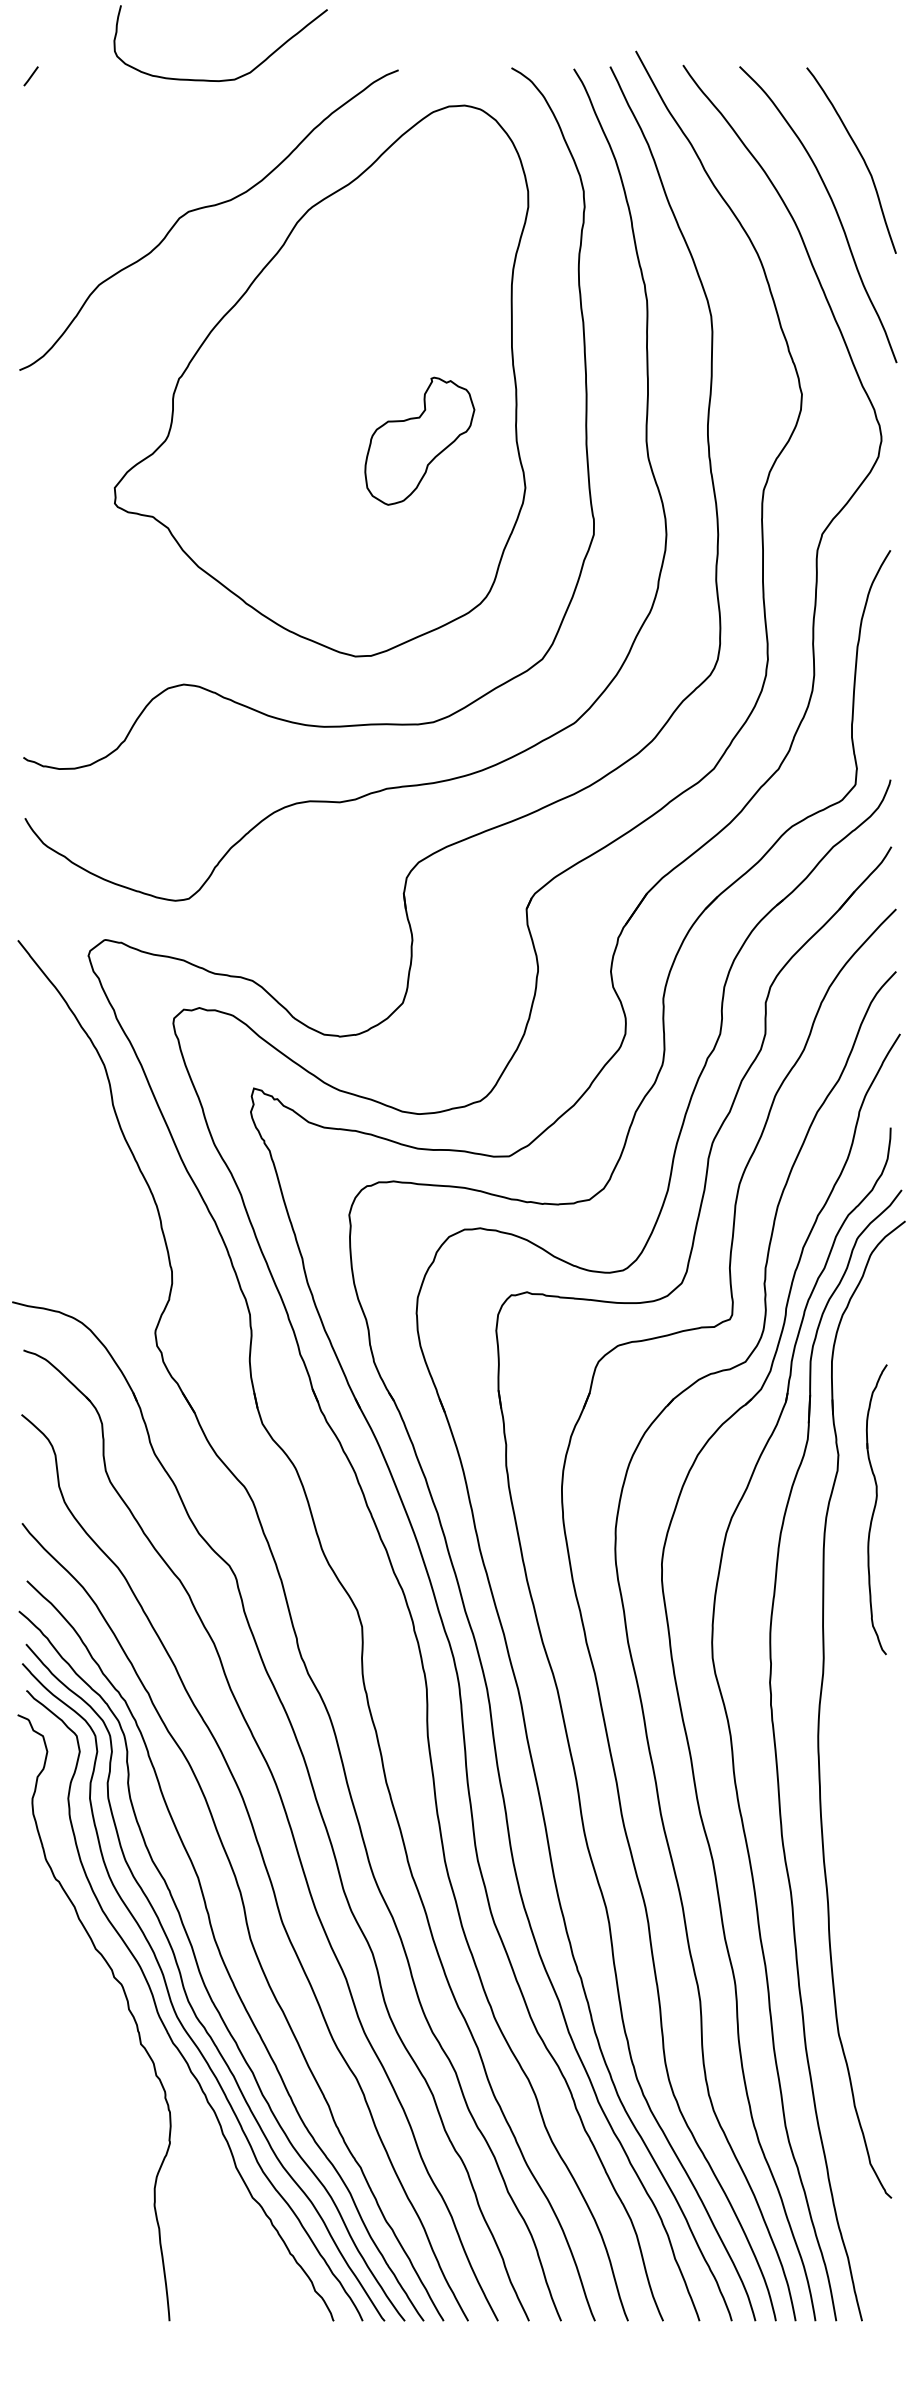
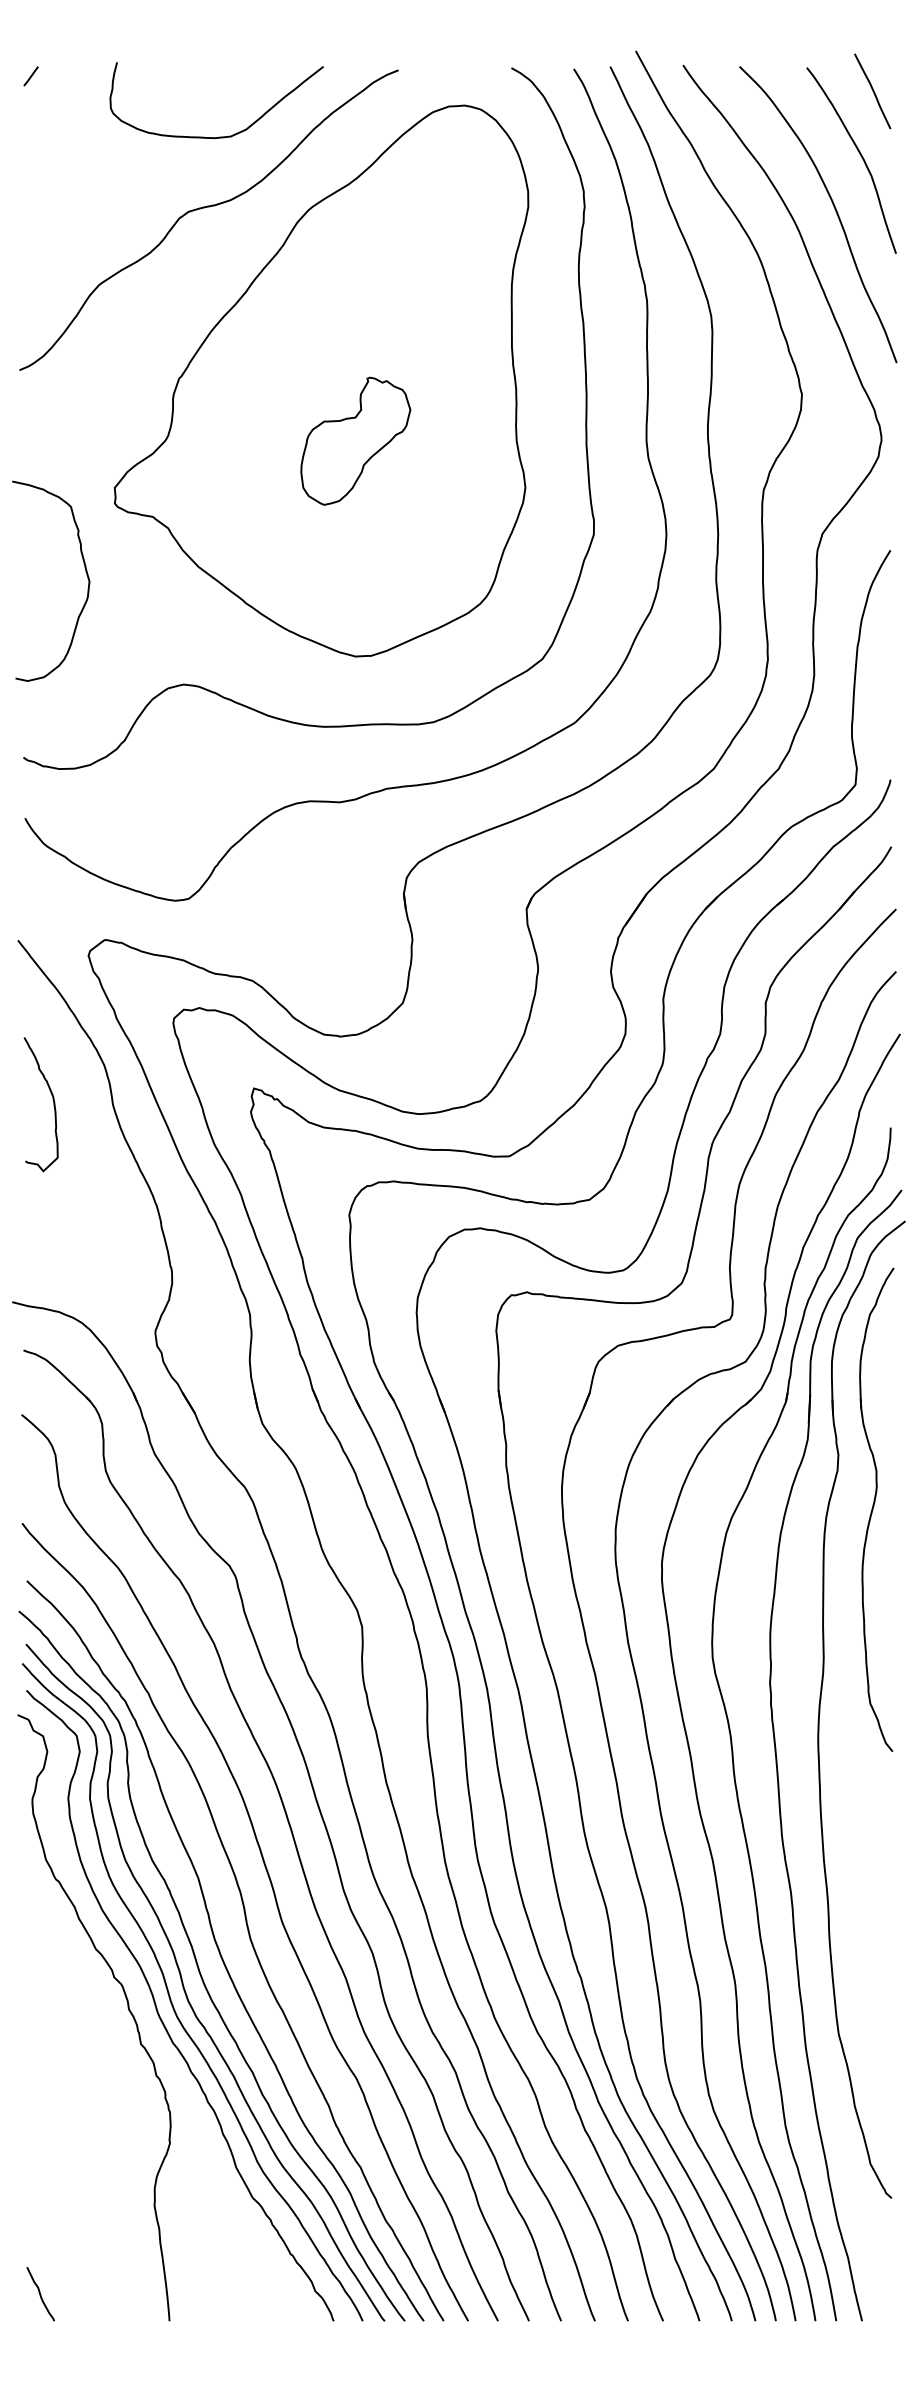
curve at (222, 79) position: (222, 79) -> (218, 136)
curve at (872, 91): none -> present
part at (419, 440) position: (419, 440) -> (355, 440)
curve at (84, 568): none -> present
curve at (52, 1099): none -> present
part at (876, 1509) size: 22x292 px -> 36x485 px
curve at (40, 2294): none -> present
